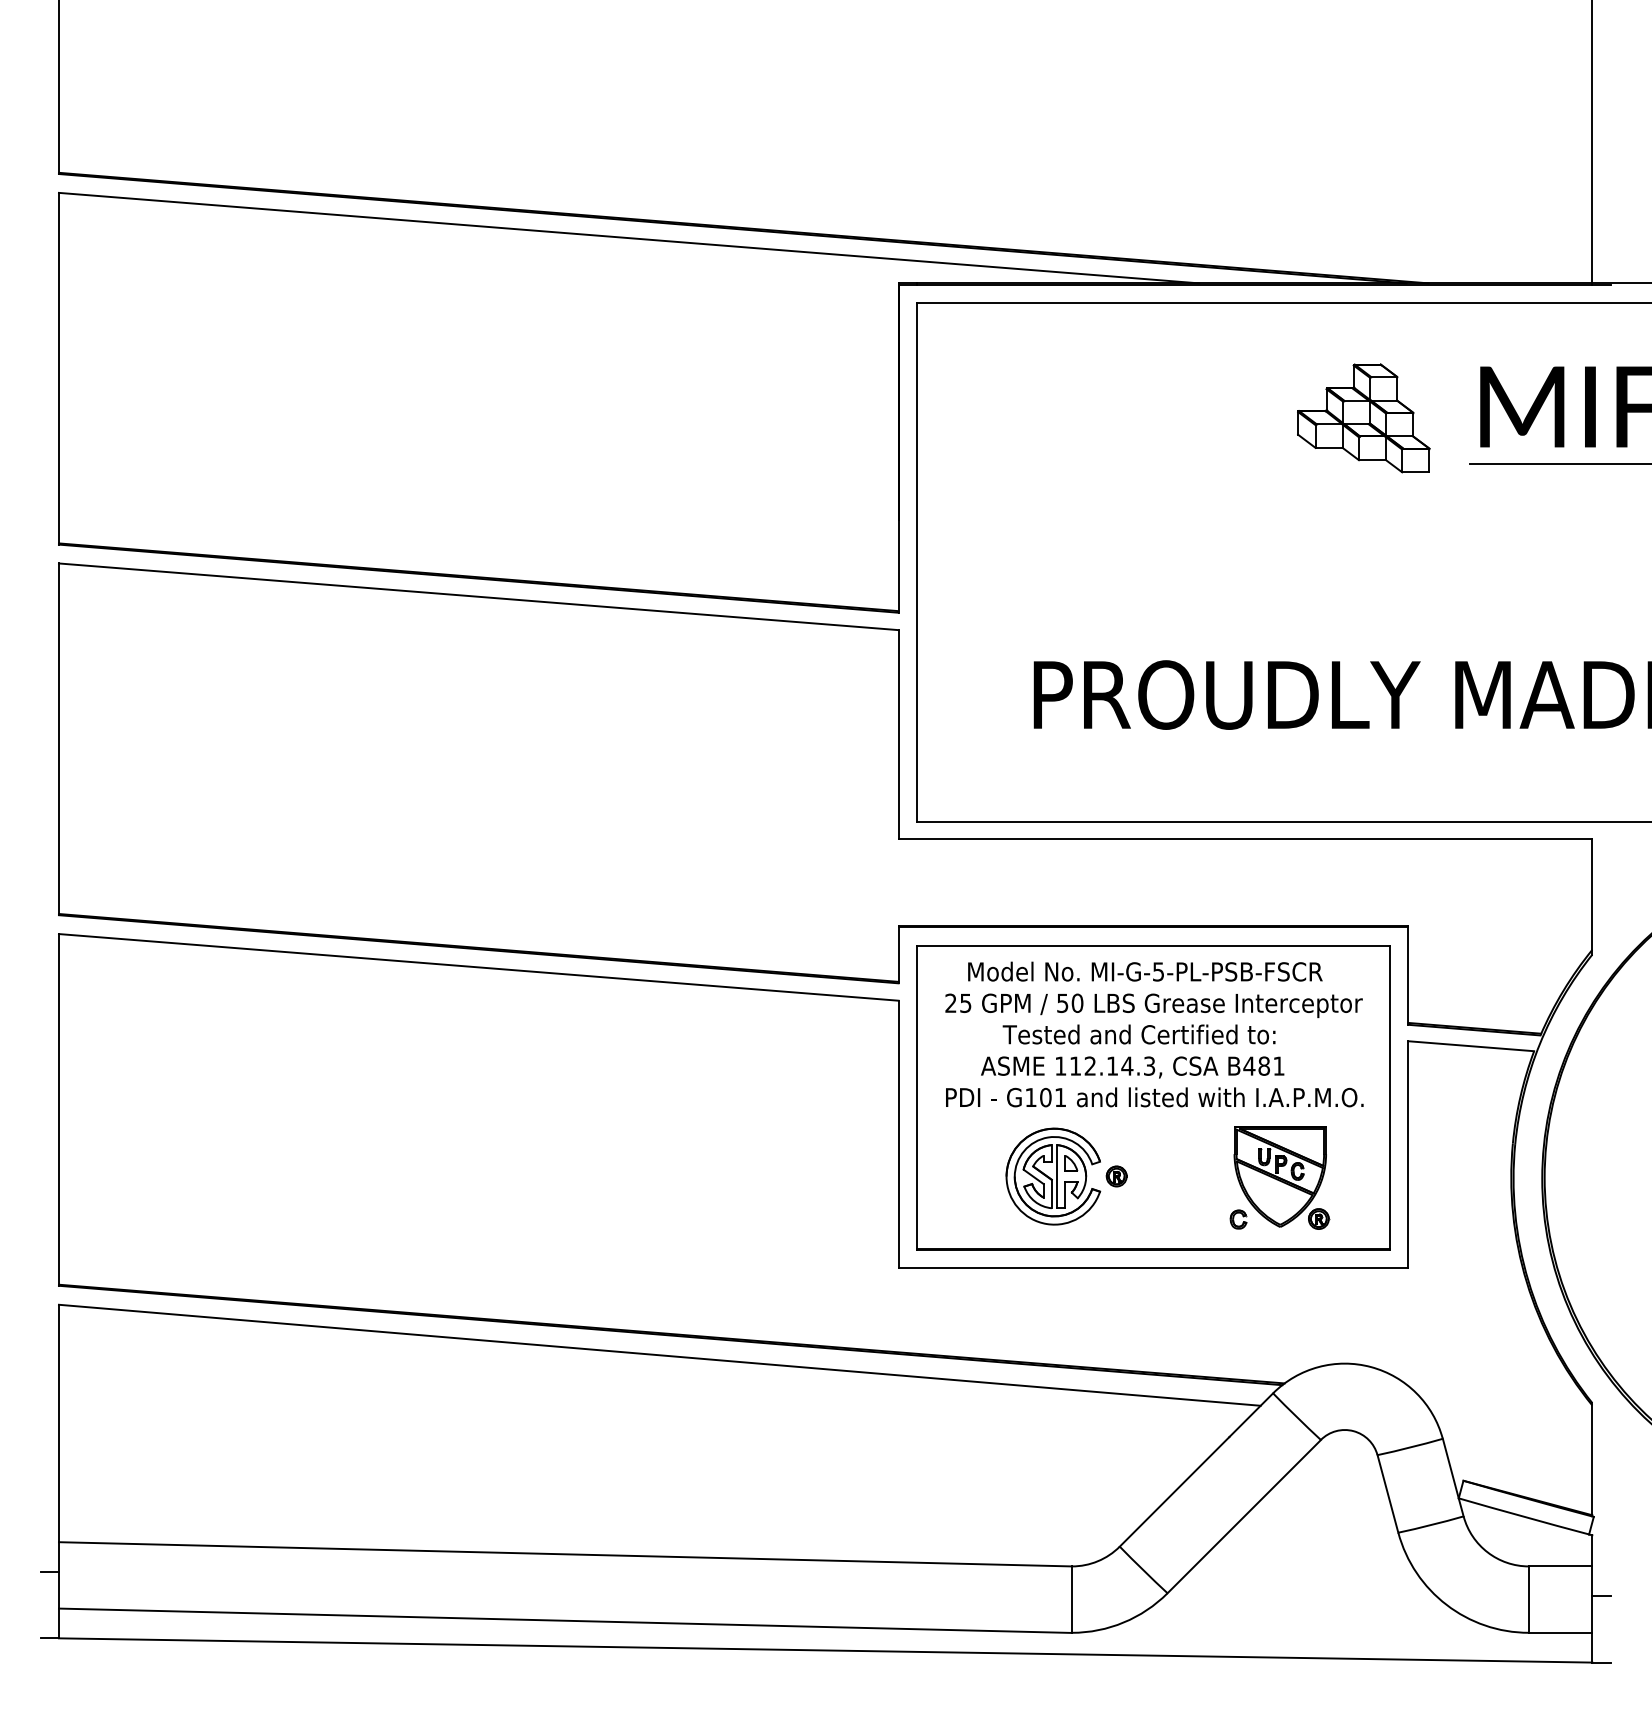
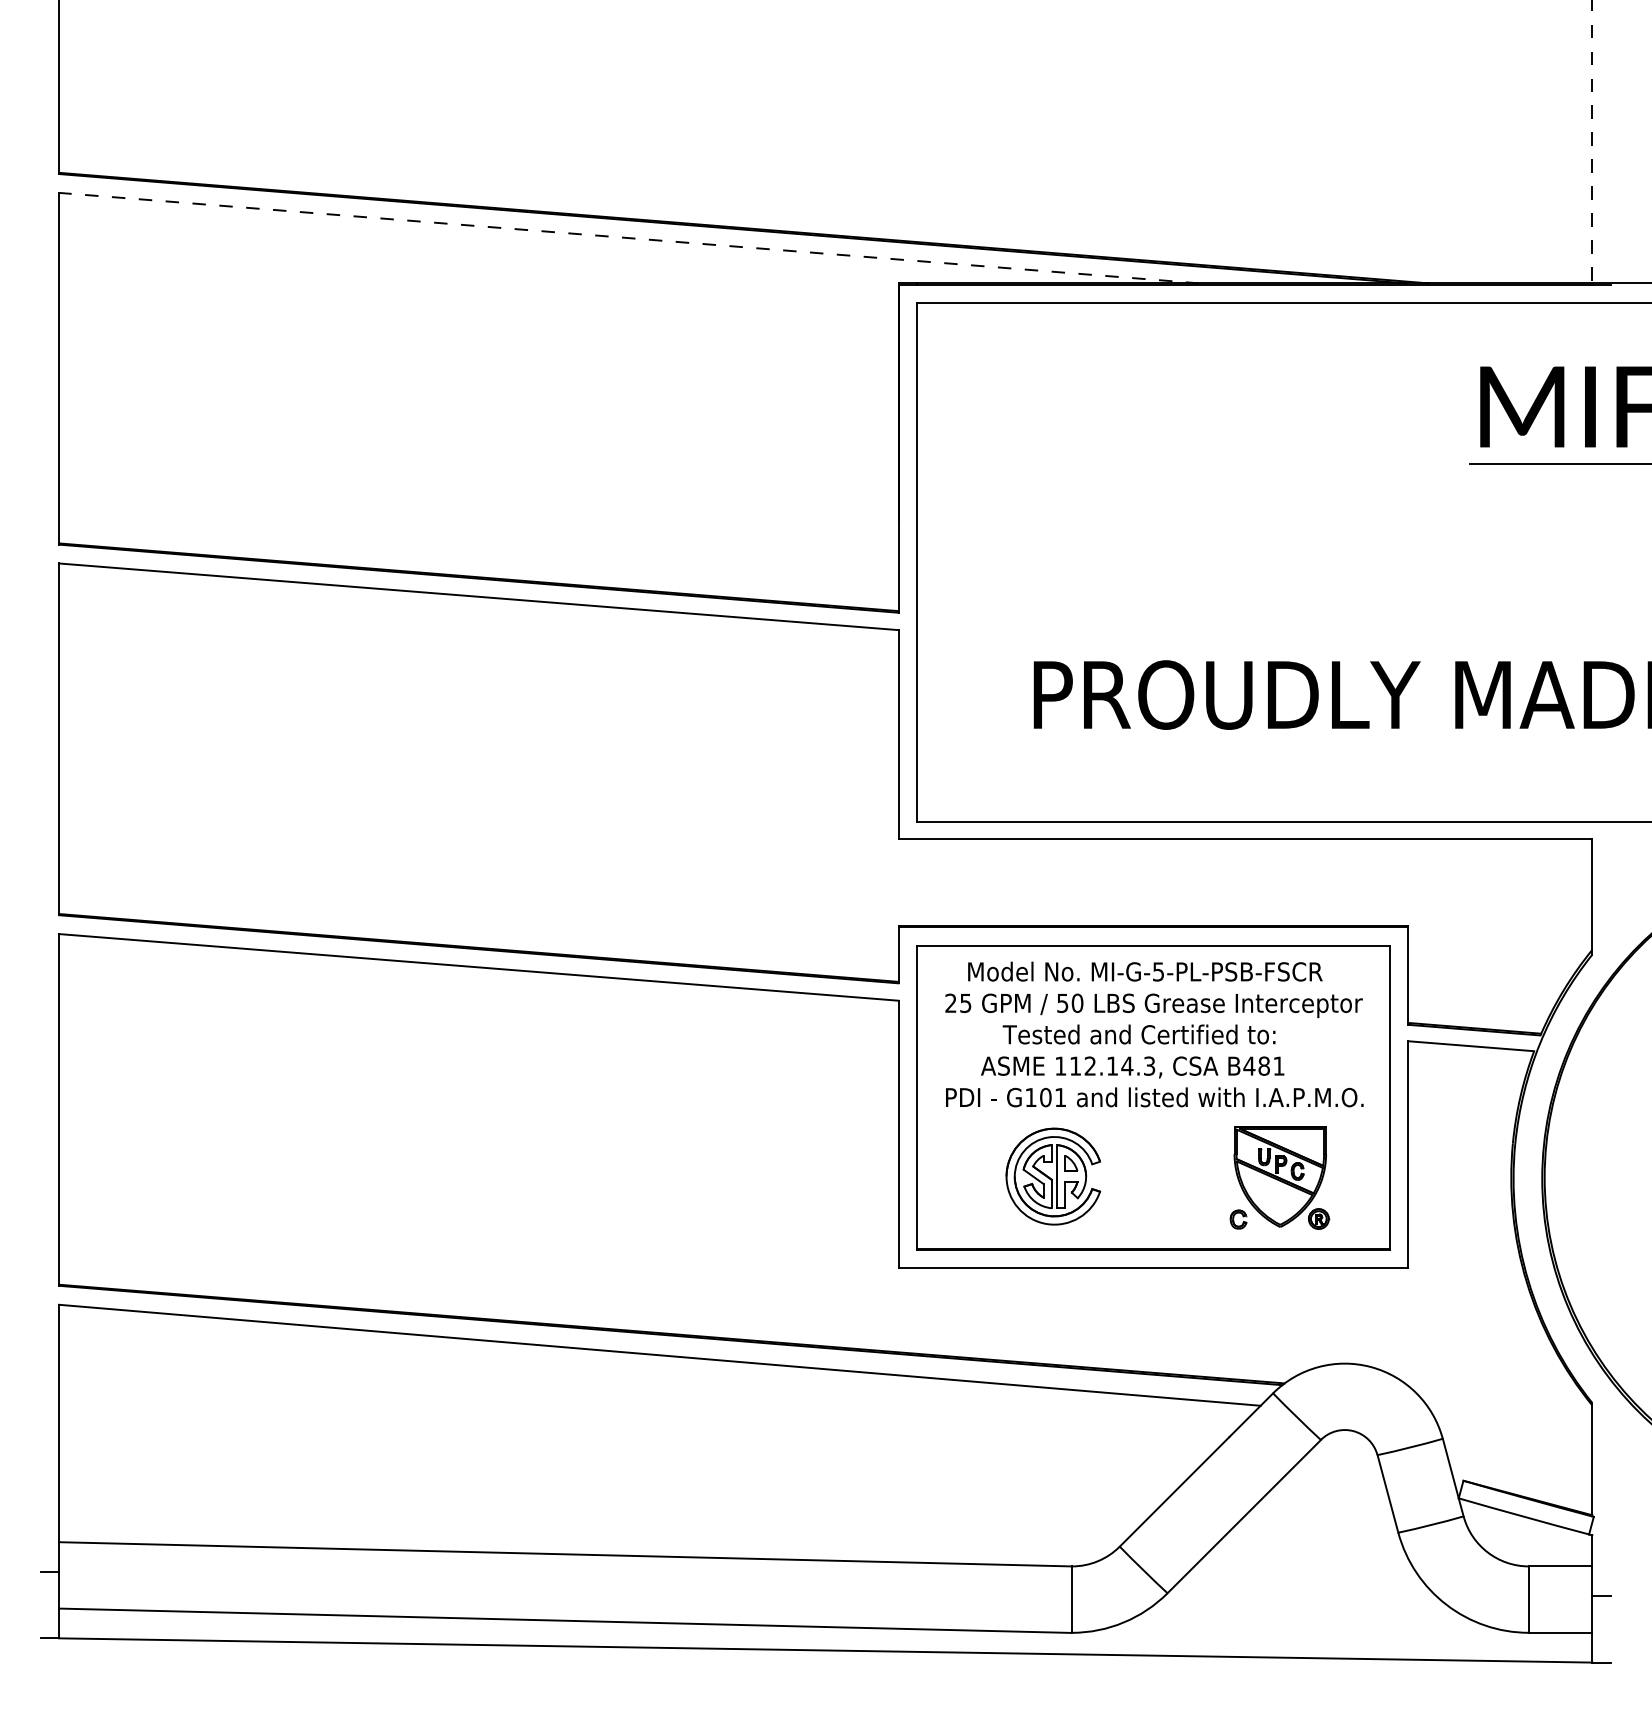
line at (1592, 142): solid -> dashed
line at (629, 238): solid -> dashed
part at (1363, 418): present -> none
part at (1116, 1176): present -> none
